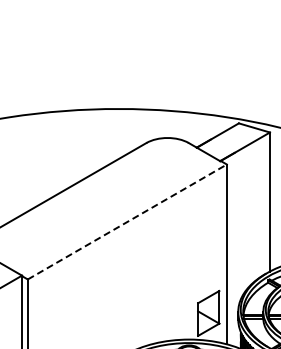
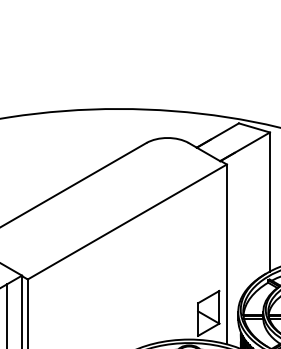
line at (127, 222): dashed -> solid
line at (7, 314): none -> present
